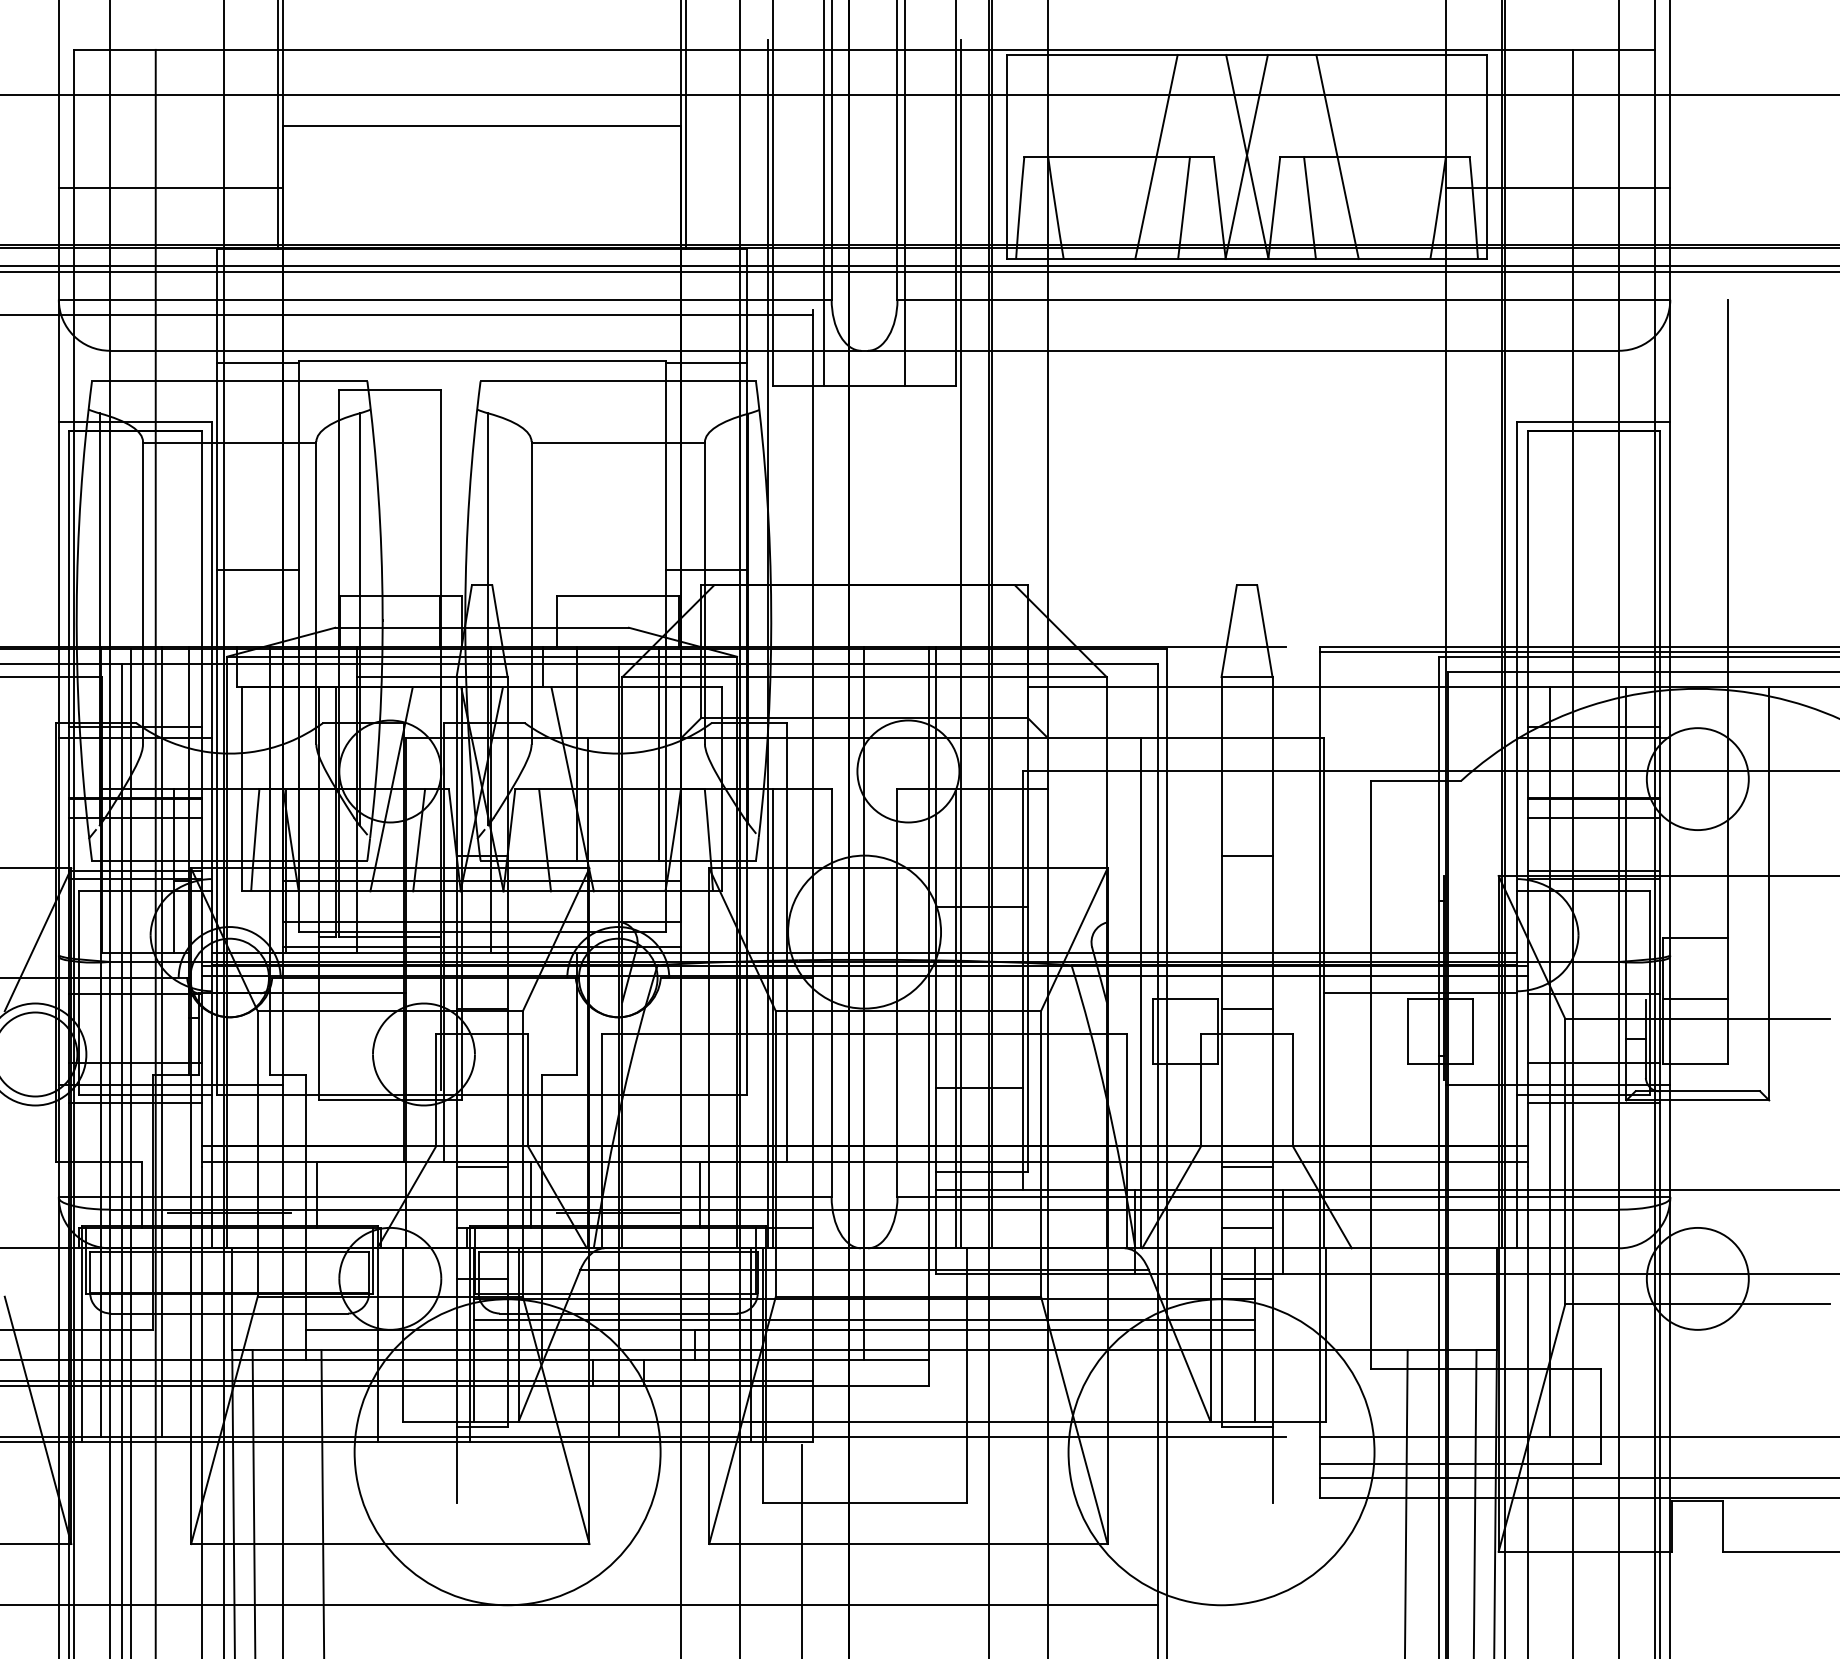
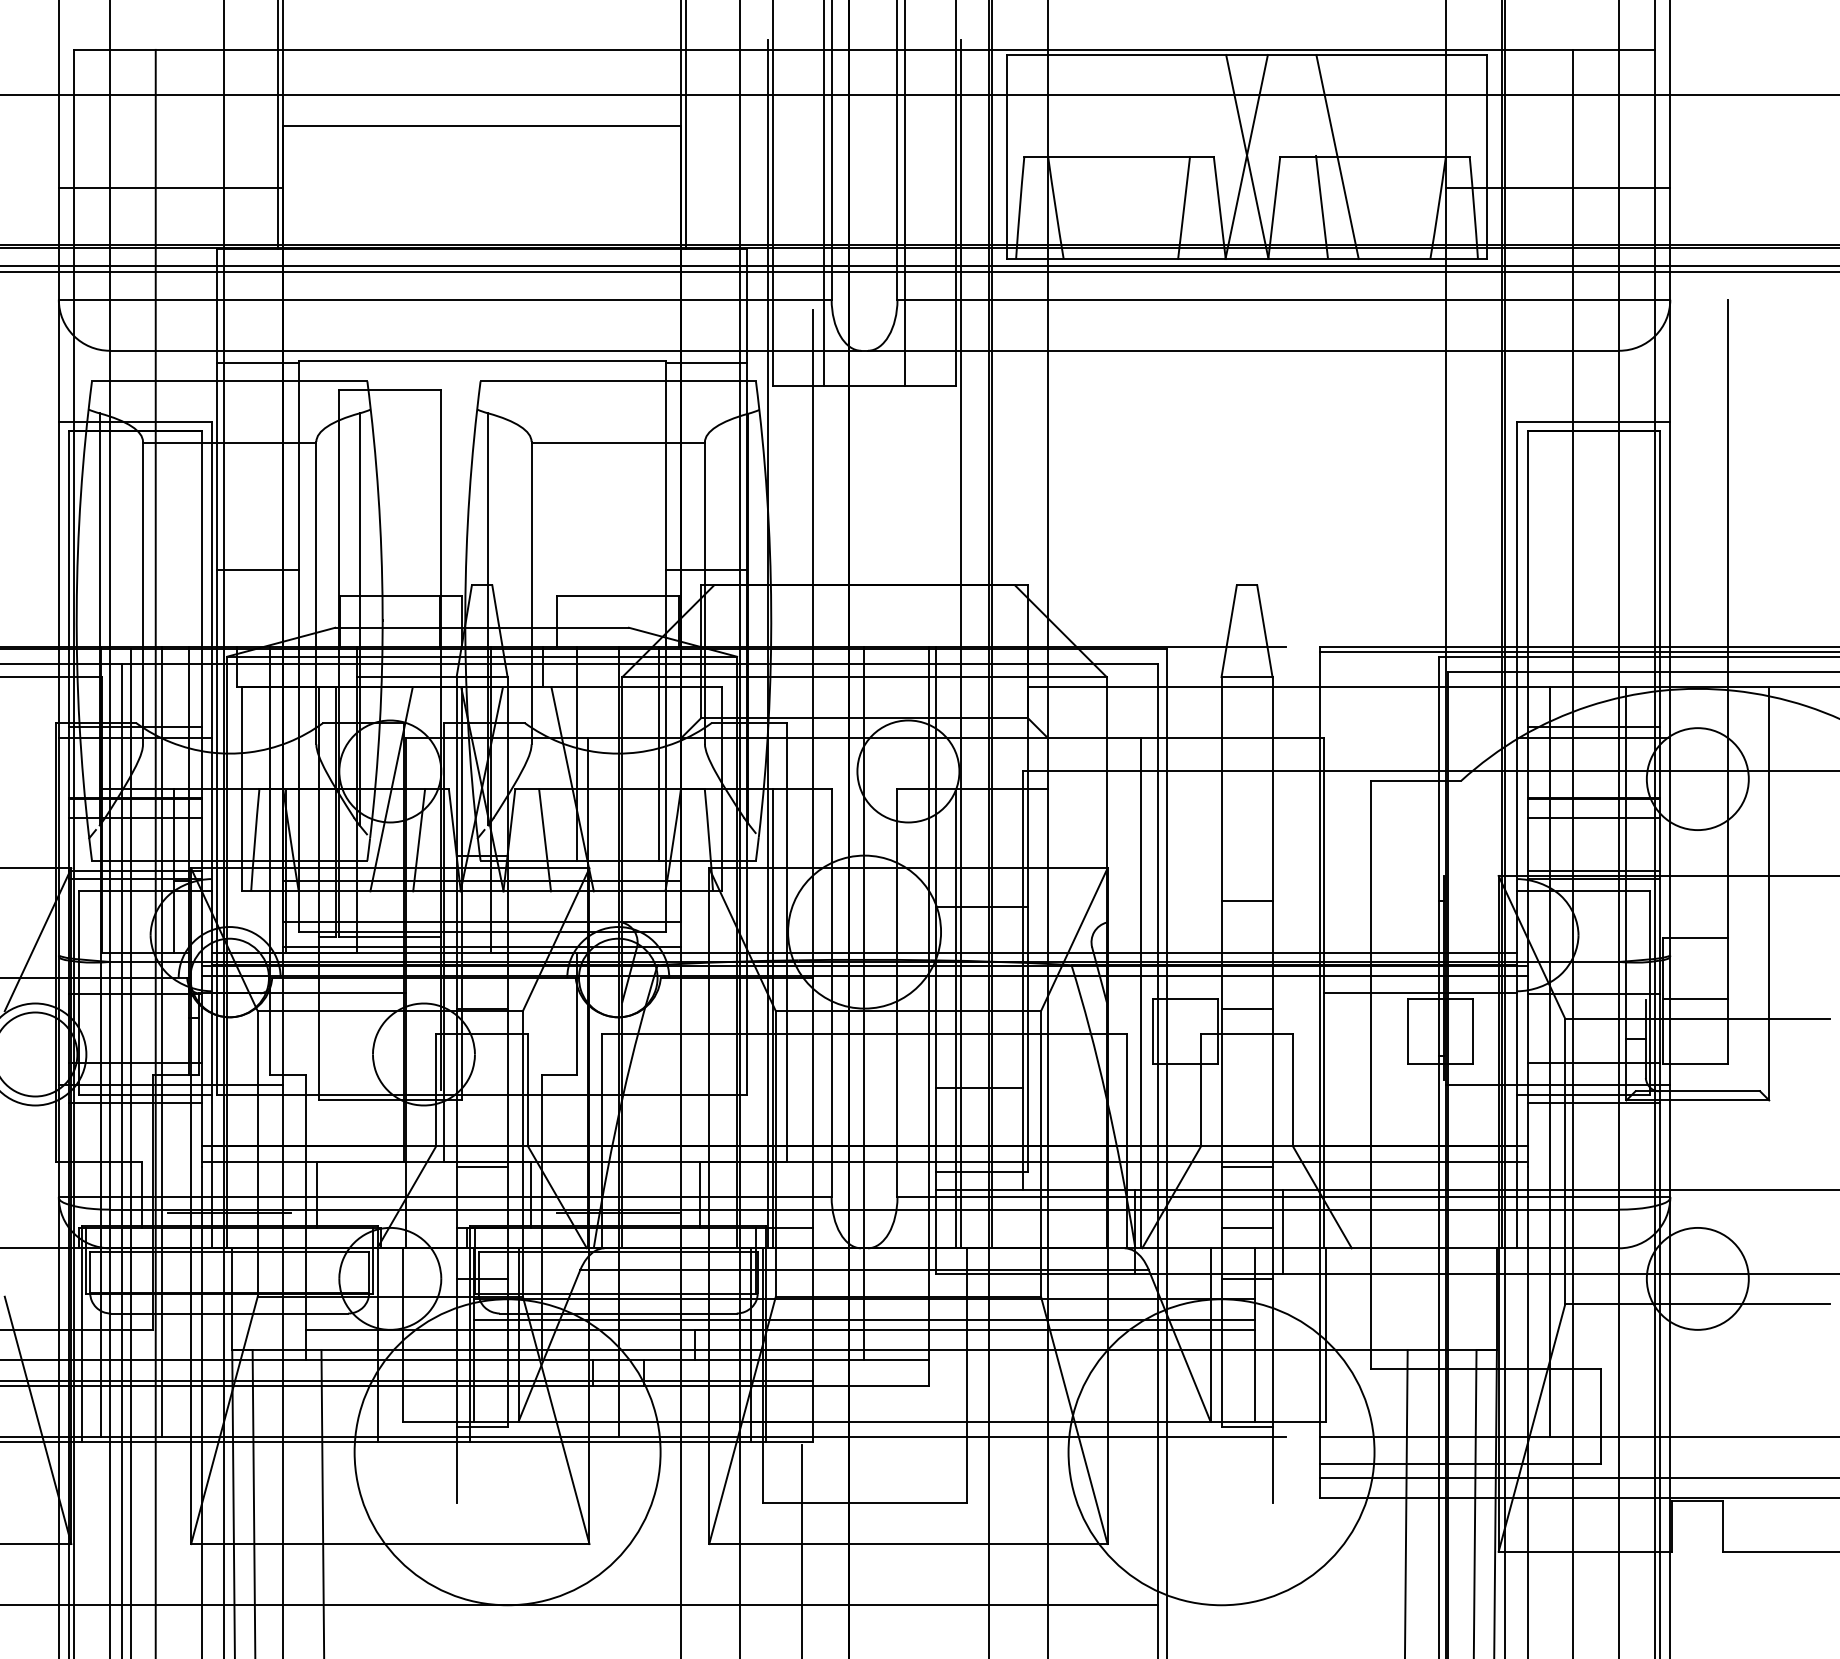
line at (1156, 156): present -> none
line at (1309, 207) position: (1309, 207) -> (1321, 206)
line at (407, 315): present -> none
line at (1246, 855) position: (1246, 855) -> (1246, 900)
